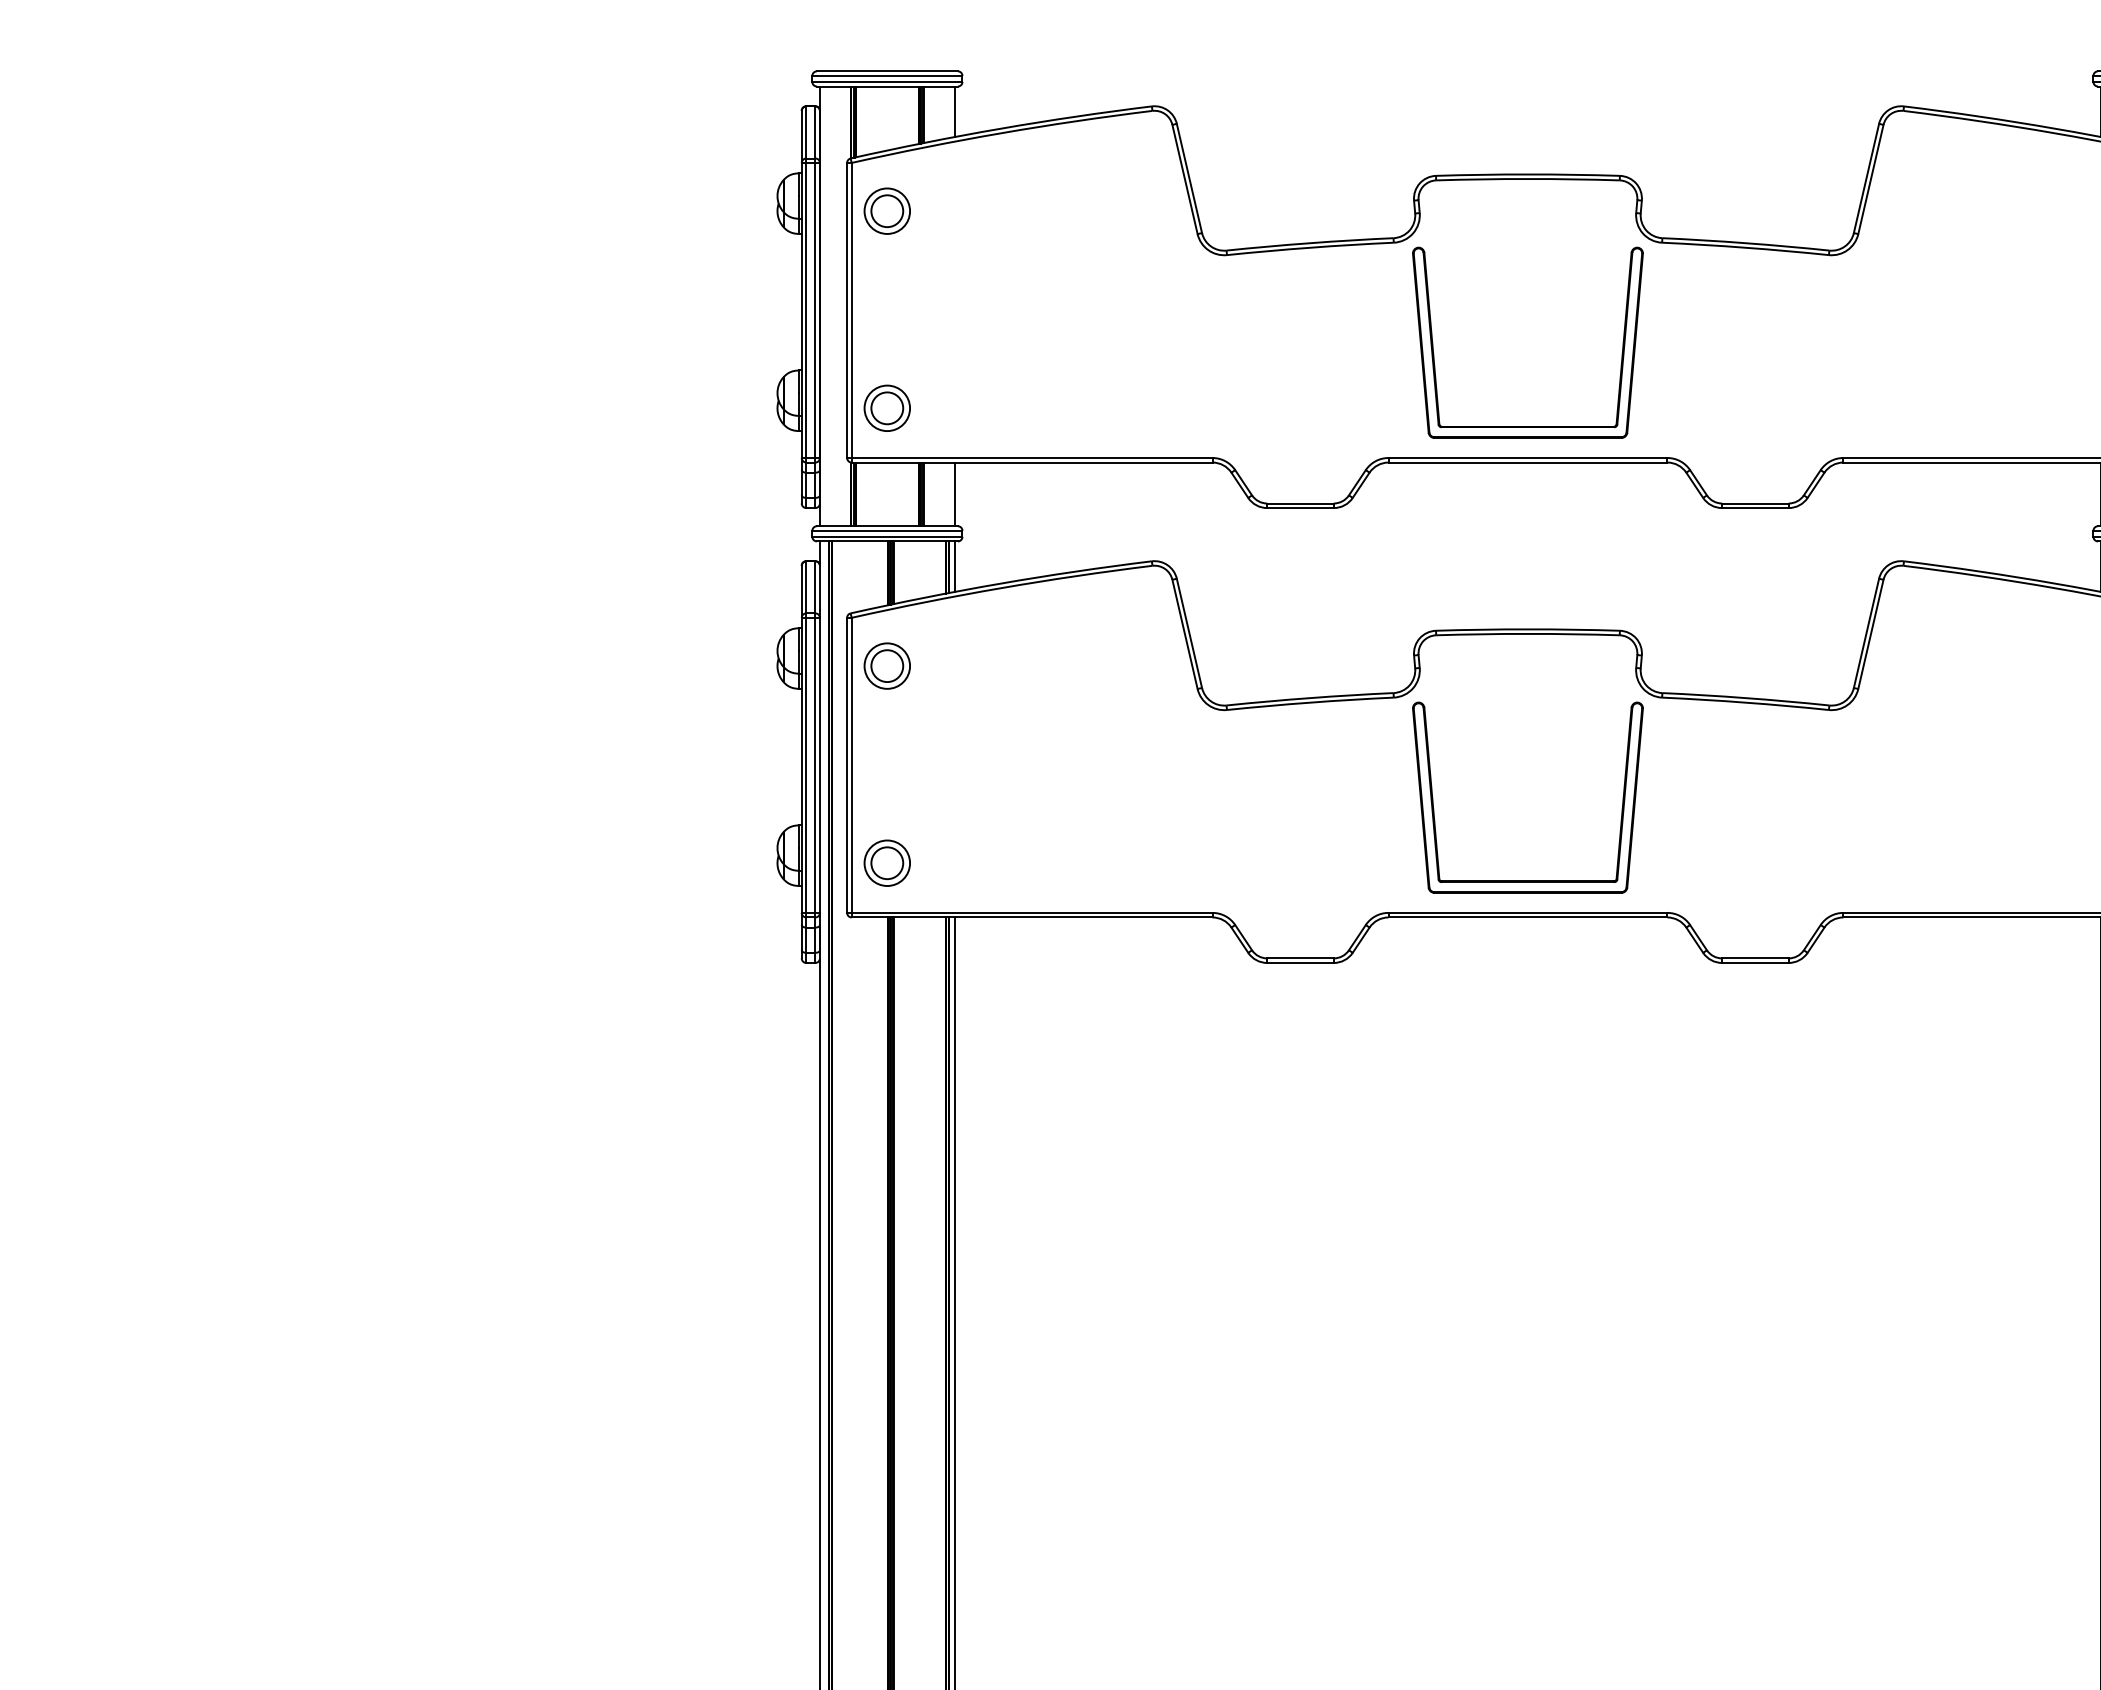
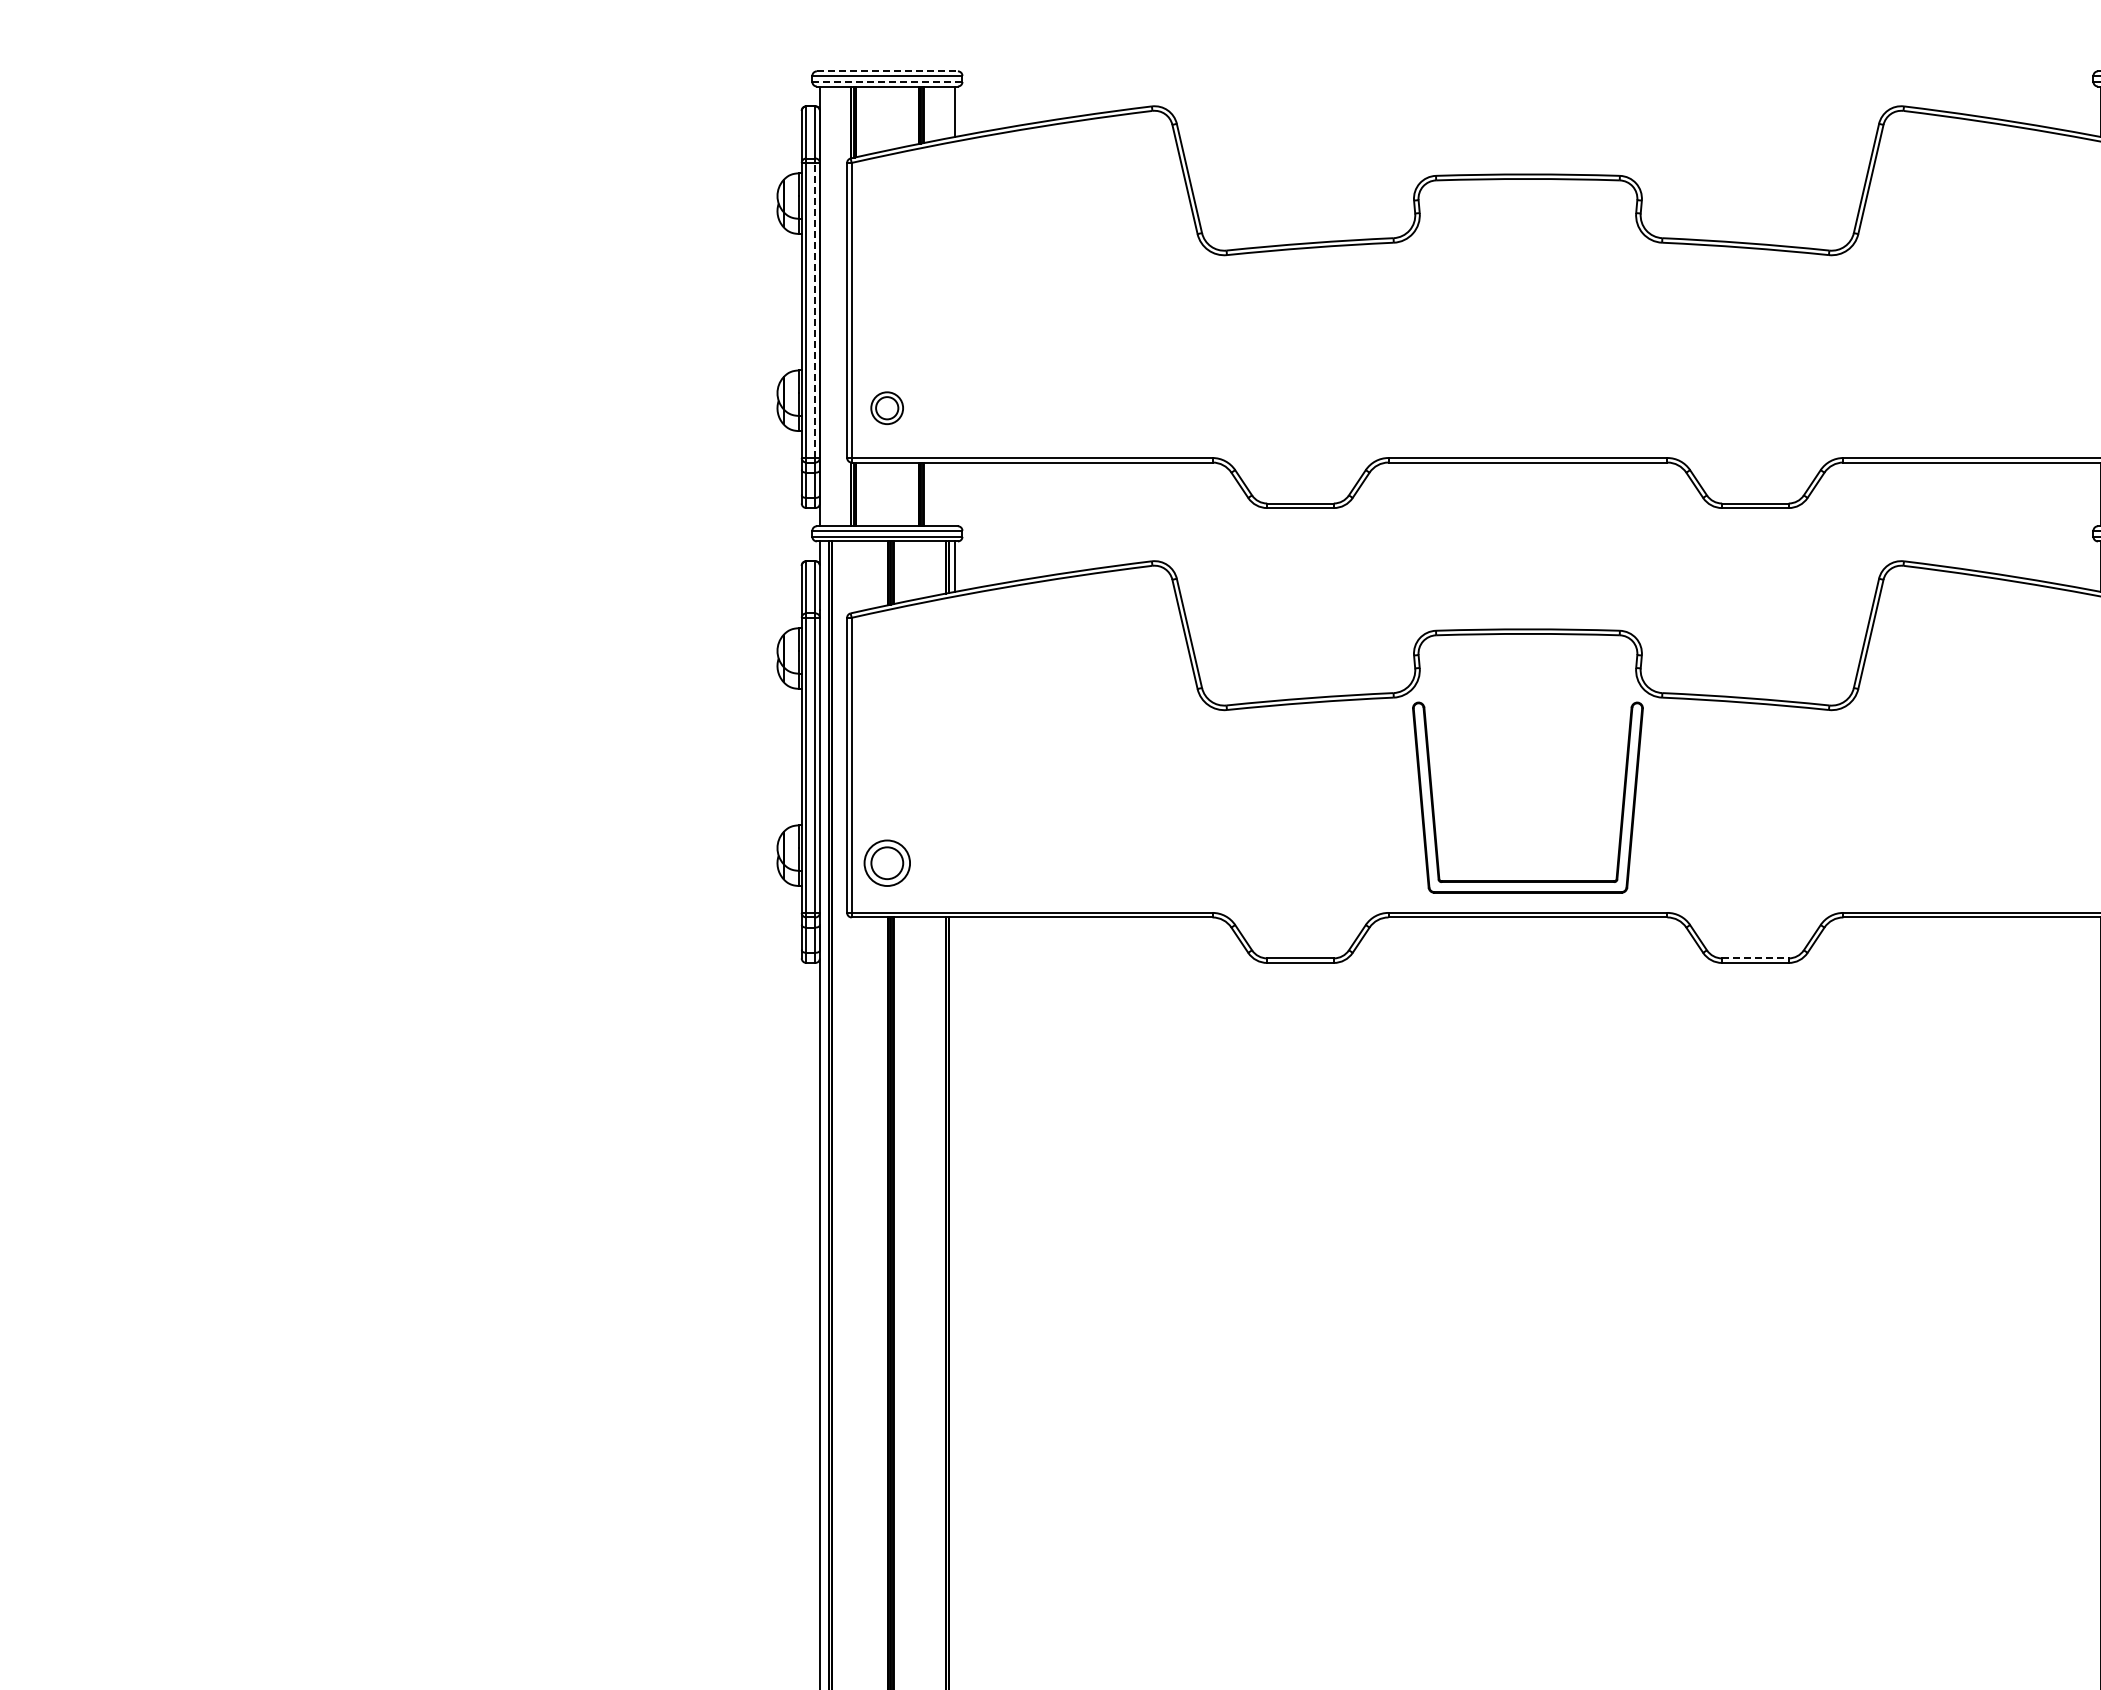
line at (887, 71): solid -> dashed
line at (887, 81): solid -> dashed
part at (886, 210): present -> none
line at (815, 310): solid -> dashed
part at (886, 407) size: 48x48 px -> 34x34 px
part at (1527, 426): present -> none
line at (954, 494): present -> none
part at (886, 665): present -> none
line at (1755, 958): solid -> dashed
line at (954, 1301): present -> none
